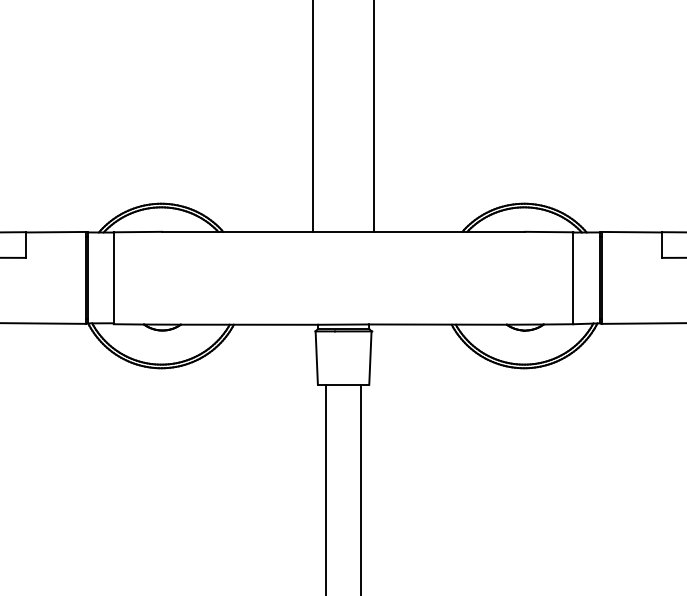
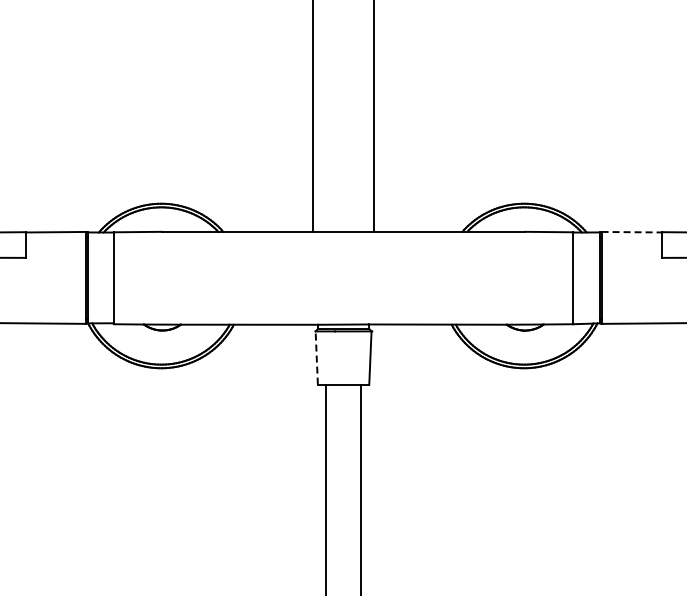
line at (632, 232): solid -> dashed
line at (316, 357): solid -> dashed
